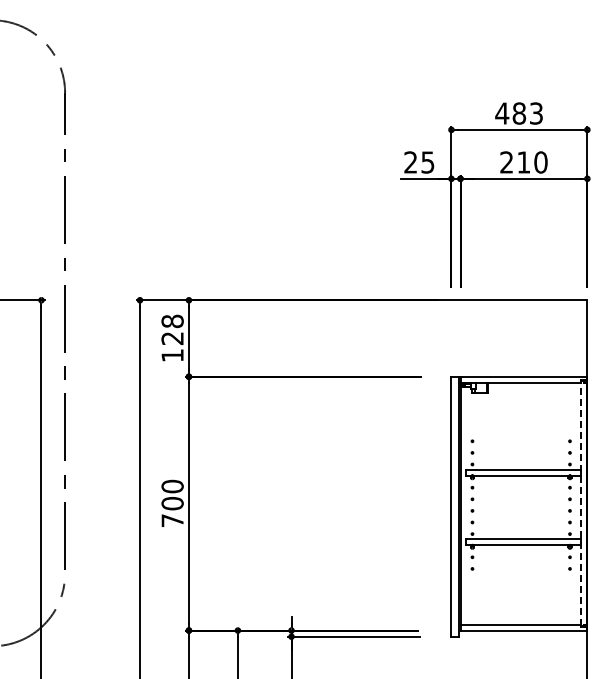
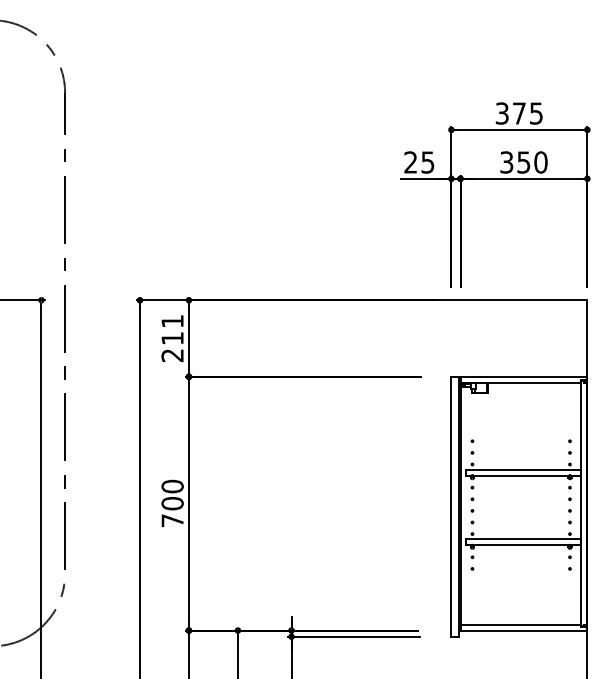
text at (518, 113): 483 -> 375
text at (515, 162): 210 -> 350
text at (172, 338): 128 -> 211
line at (581, 503): dashed -> solid
